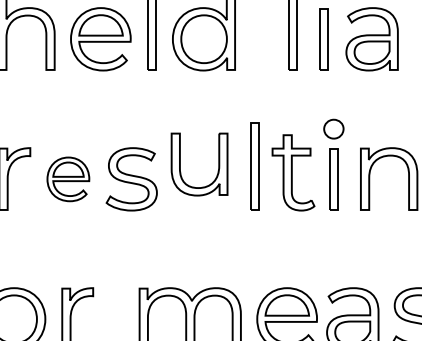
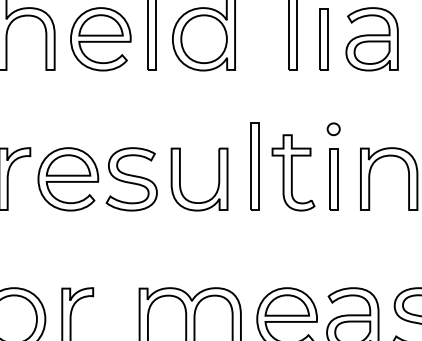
part at (333, 128) size: 22x22 px -> 15x15 px
part at (180, 164) position: (180, 164) -> (180, 179)
part at (68, 179) size: 45x47 px -> 63x65 px
